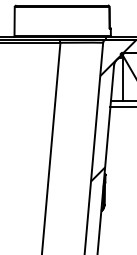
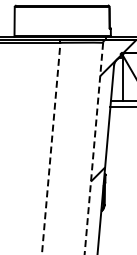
line at (51, 148): solid -> dashed
line at (93, 149): solid -> dashed
